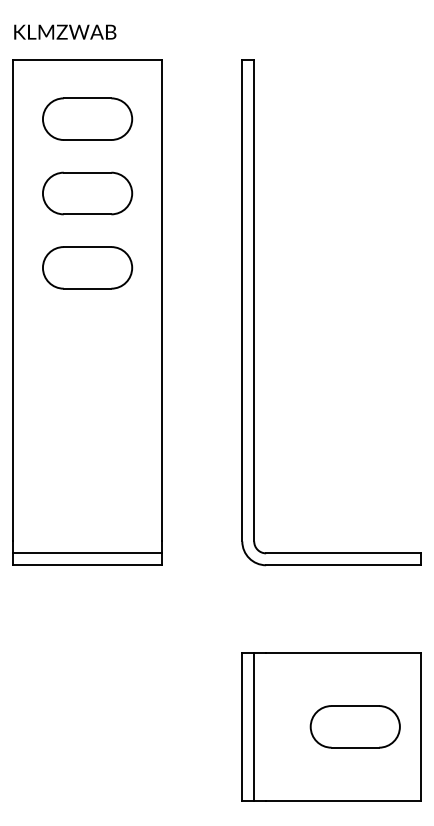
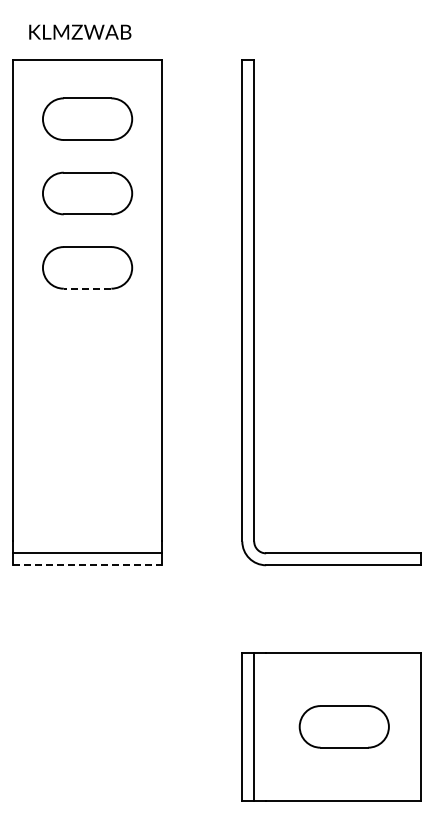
text at (65, 31) position: (65, 31) -> (80, 31)
line at (87, 288): solid -> dashed
line at (88, 565): solid -> dashed
part at (354, 726) position: (354, 726) -> (343, 726)
